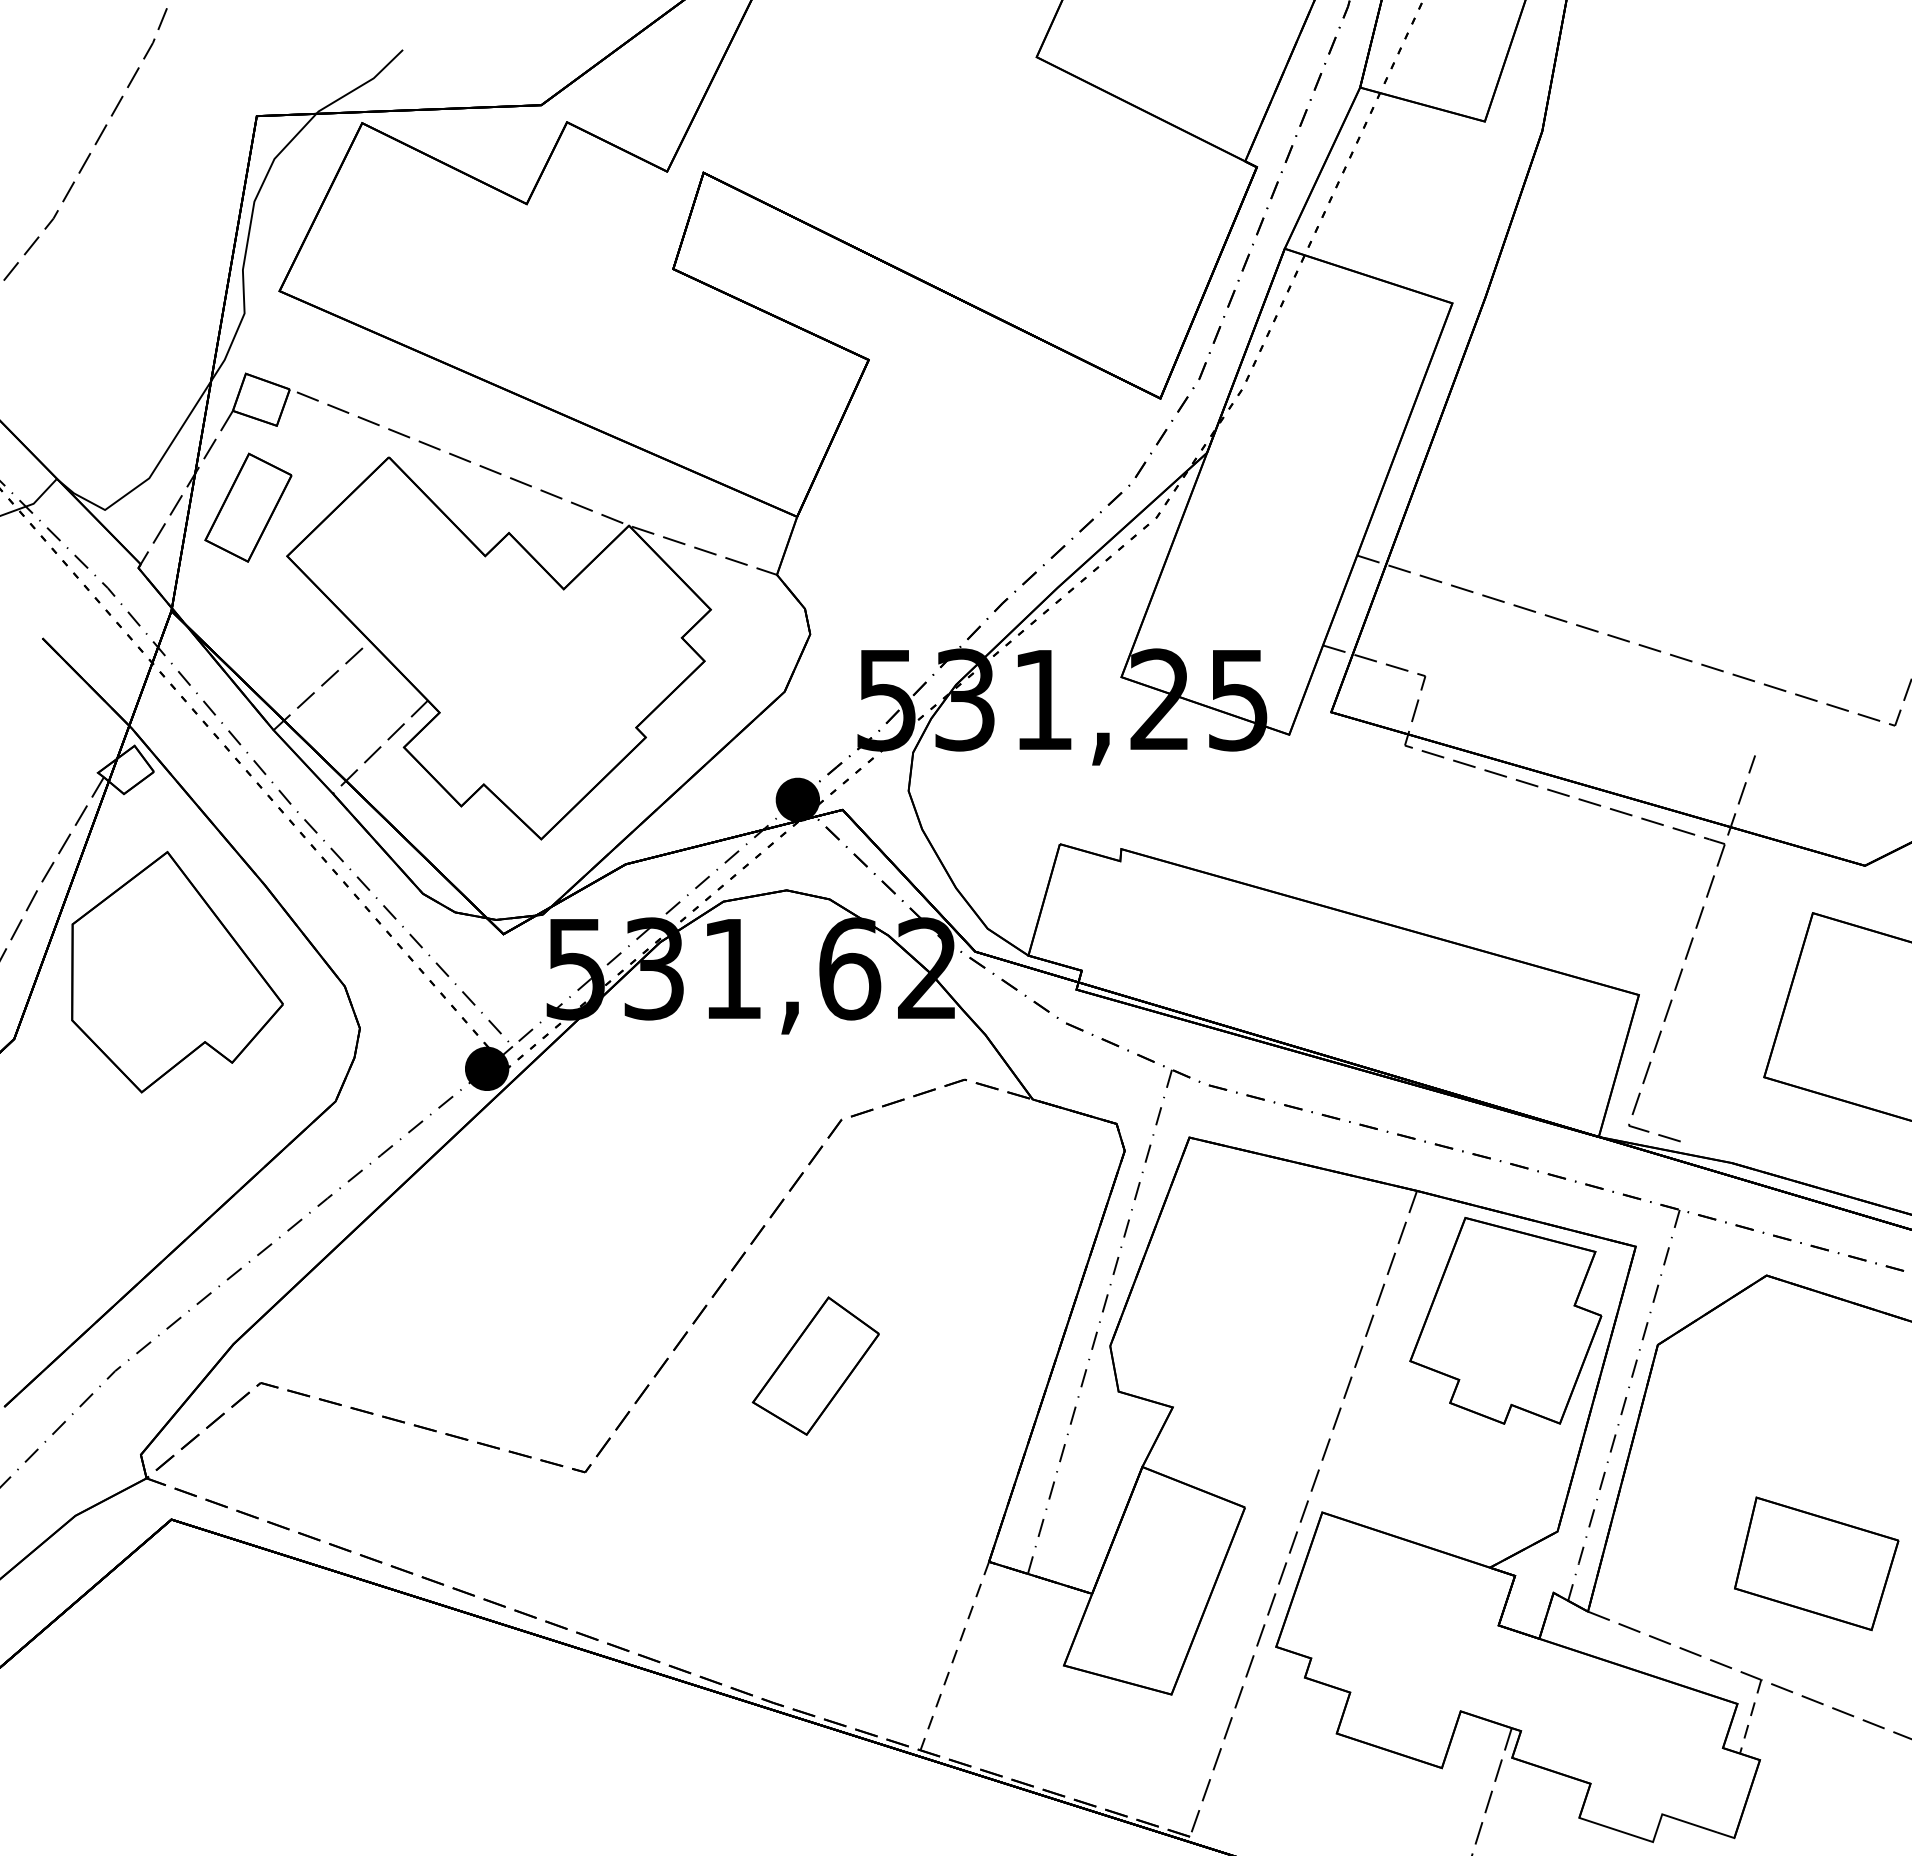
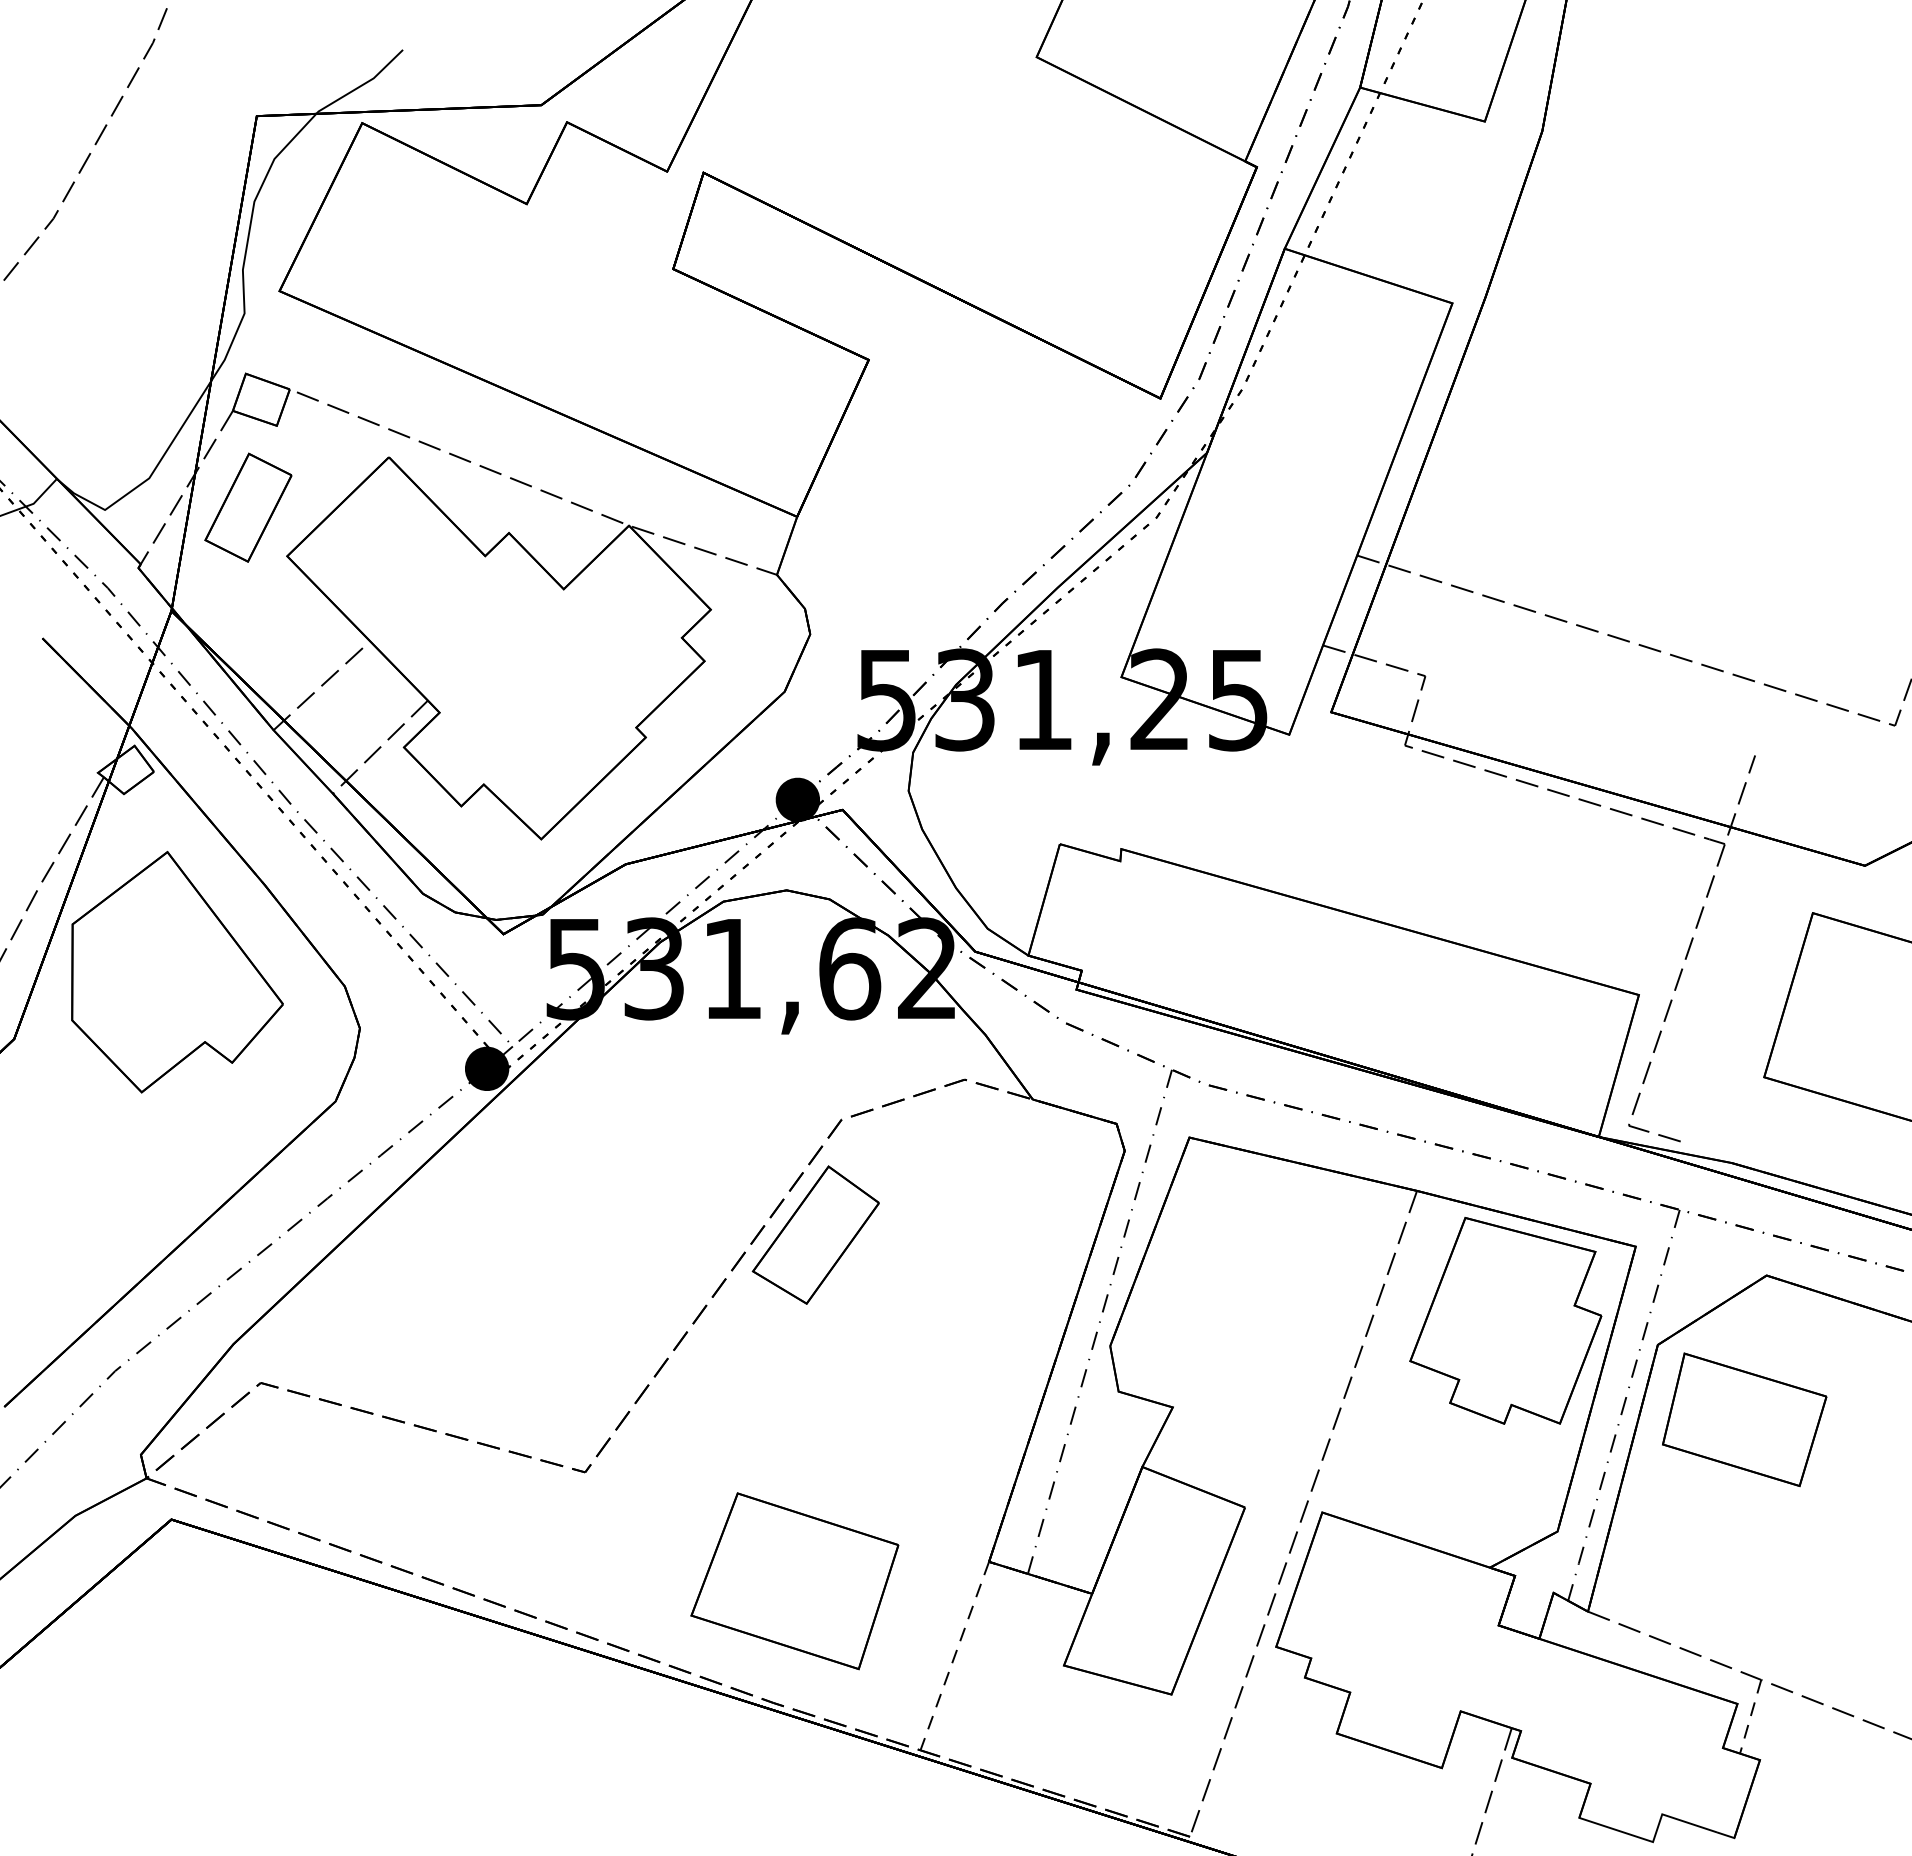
part at (815, 1365) position: (815, 1365) -> (815, 1234)
part at (1816, 1563) position: (1816, 1563) -> (1744, 1419)
part at (794, 1581): none -> present
